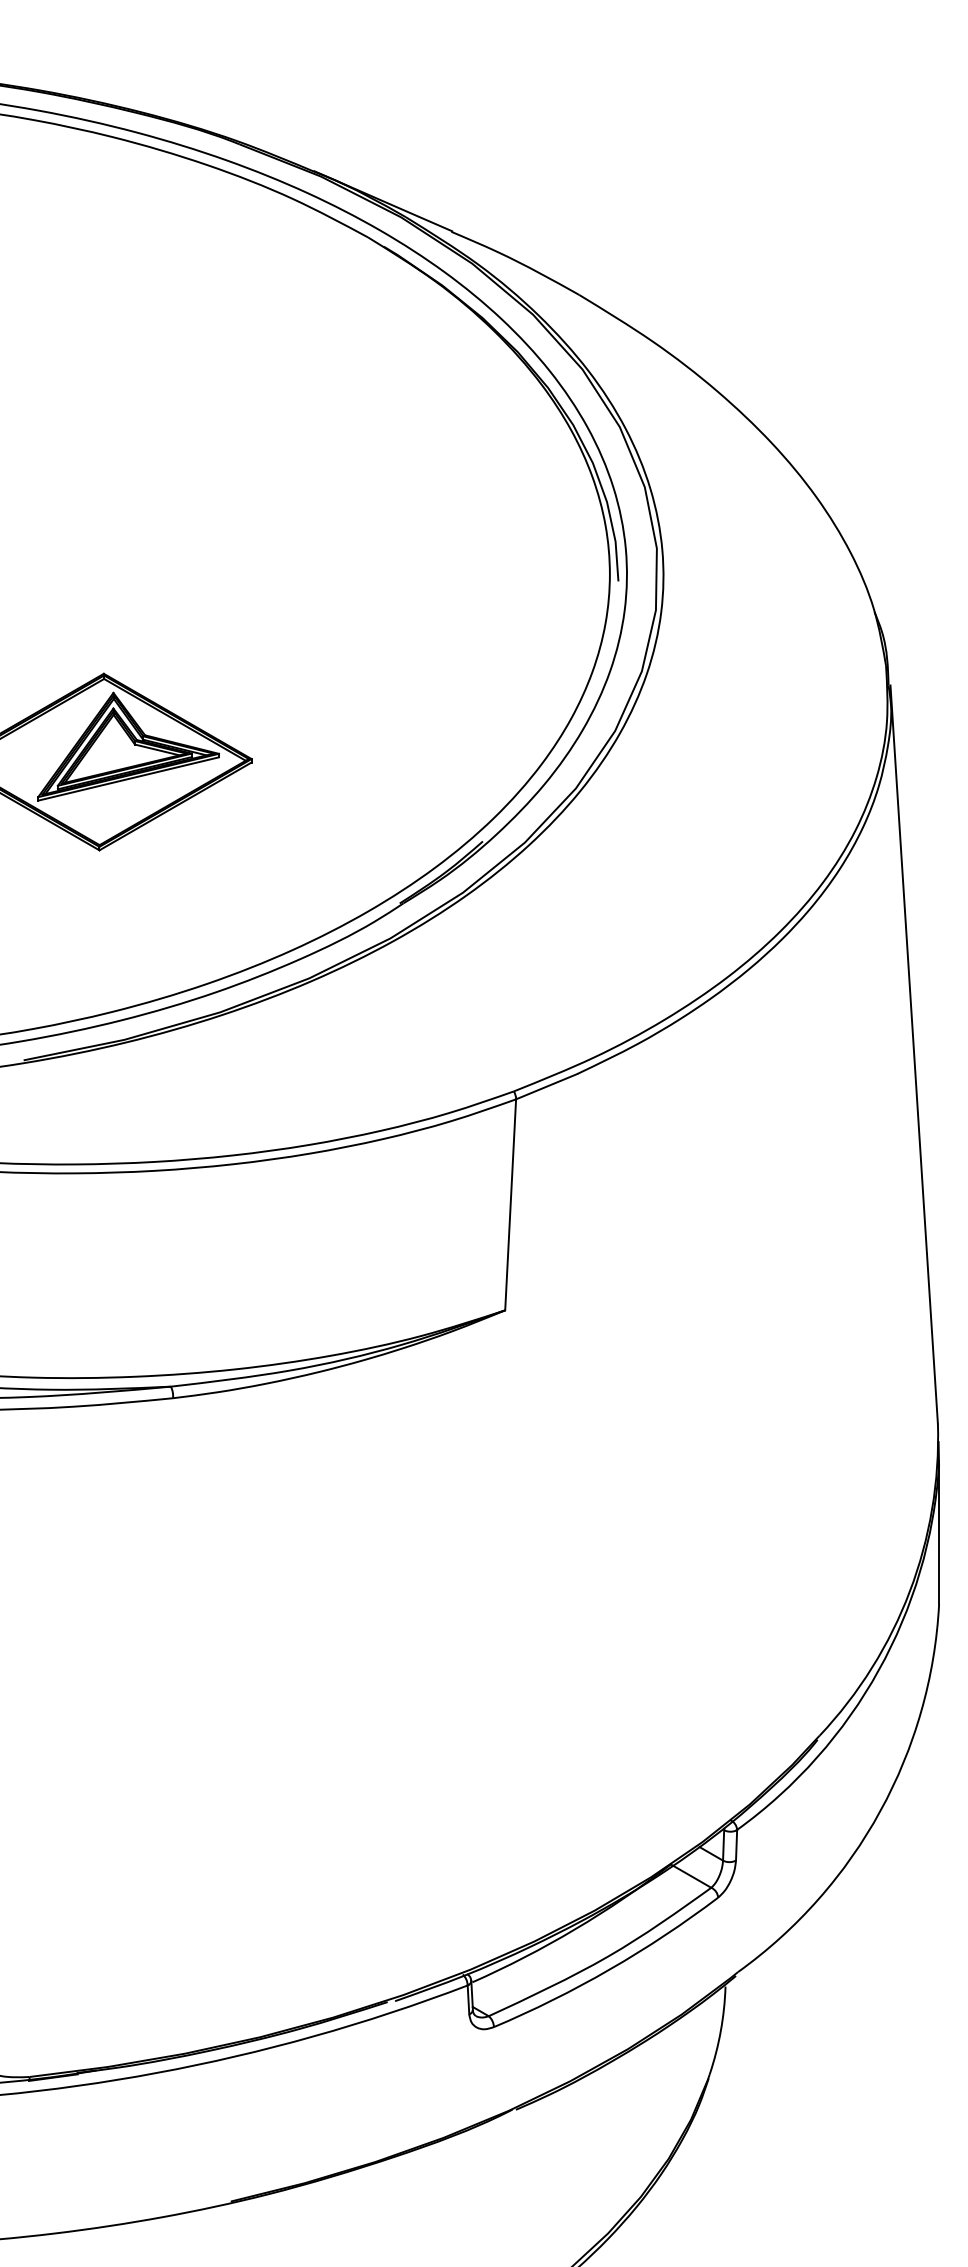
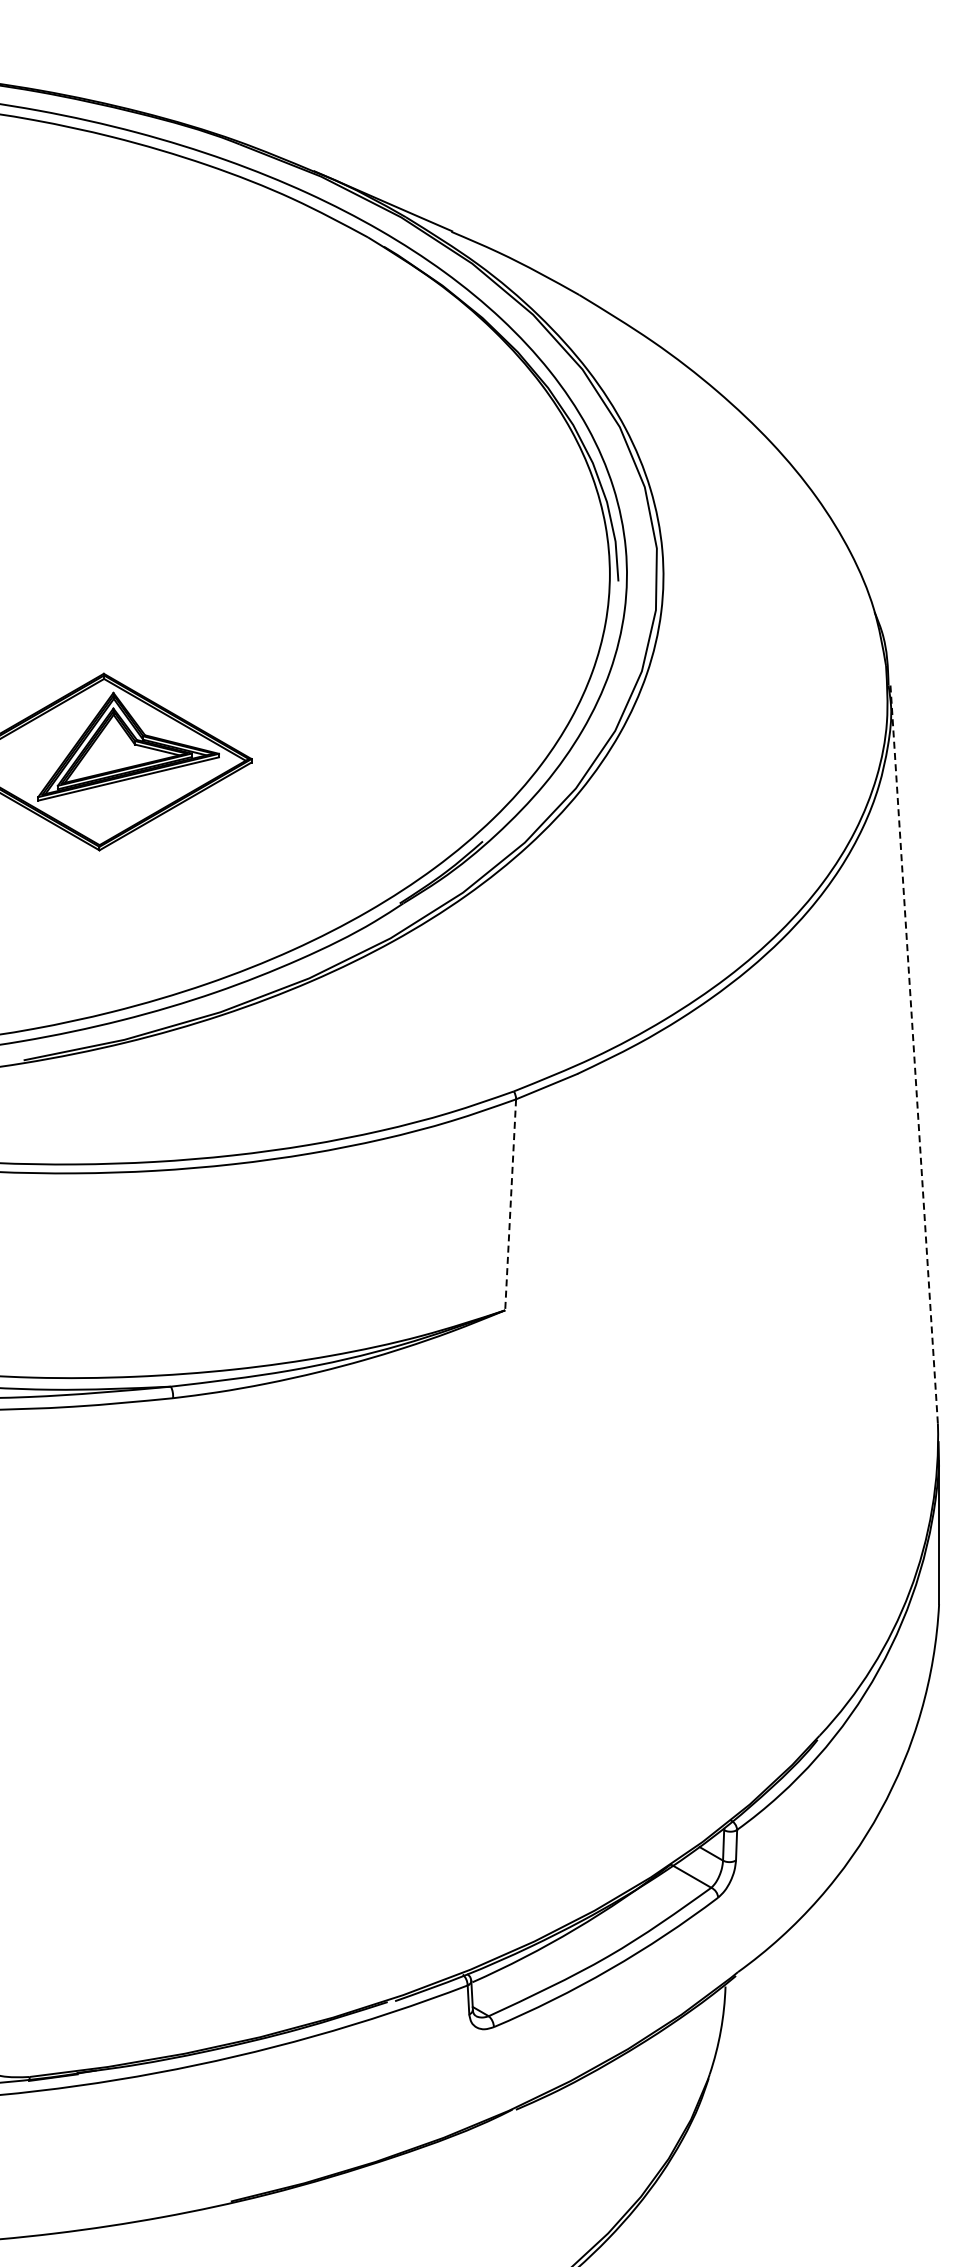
line at (914, 1054): solid -> dashed
line at (510, 1204): solid -> dashed
